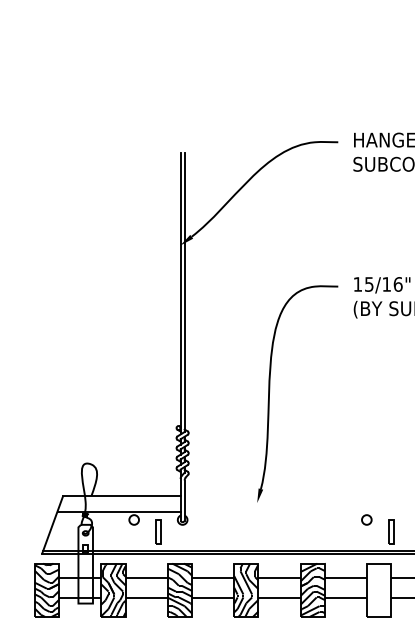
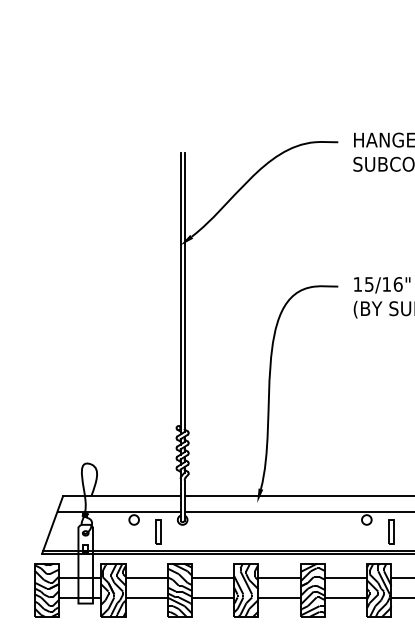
line at (297, 495): none -> present
line at (297, 511): none -> present
hatch at (379, 589): none -> present
